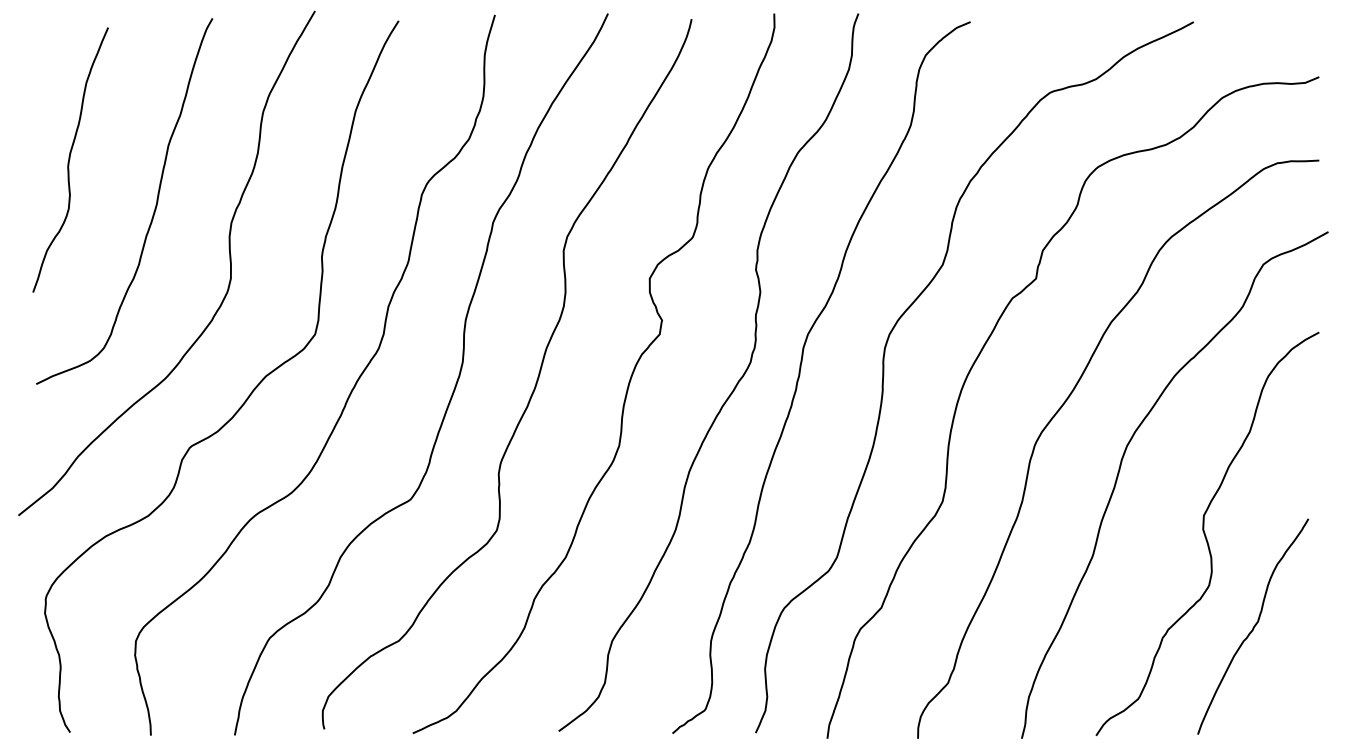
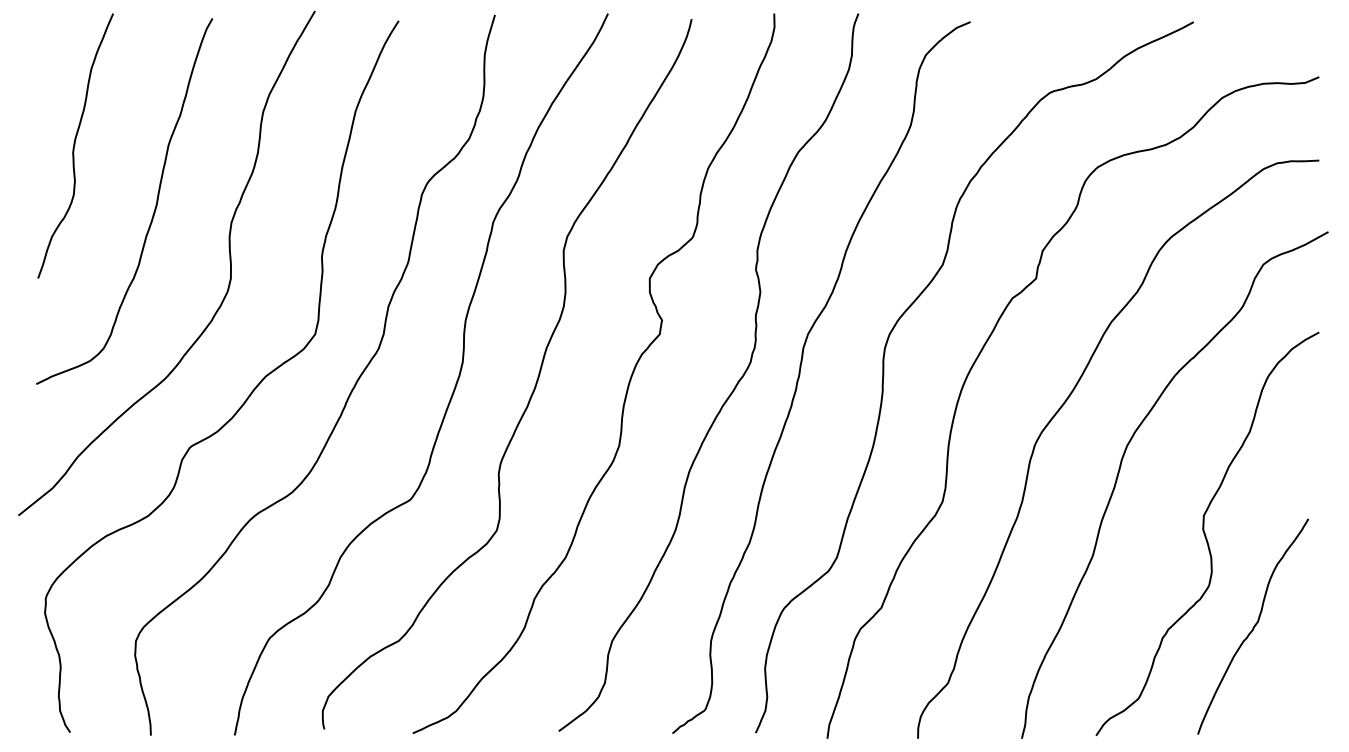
curve at (70, 159) position: (70, 159) -> (75, 145)
